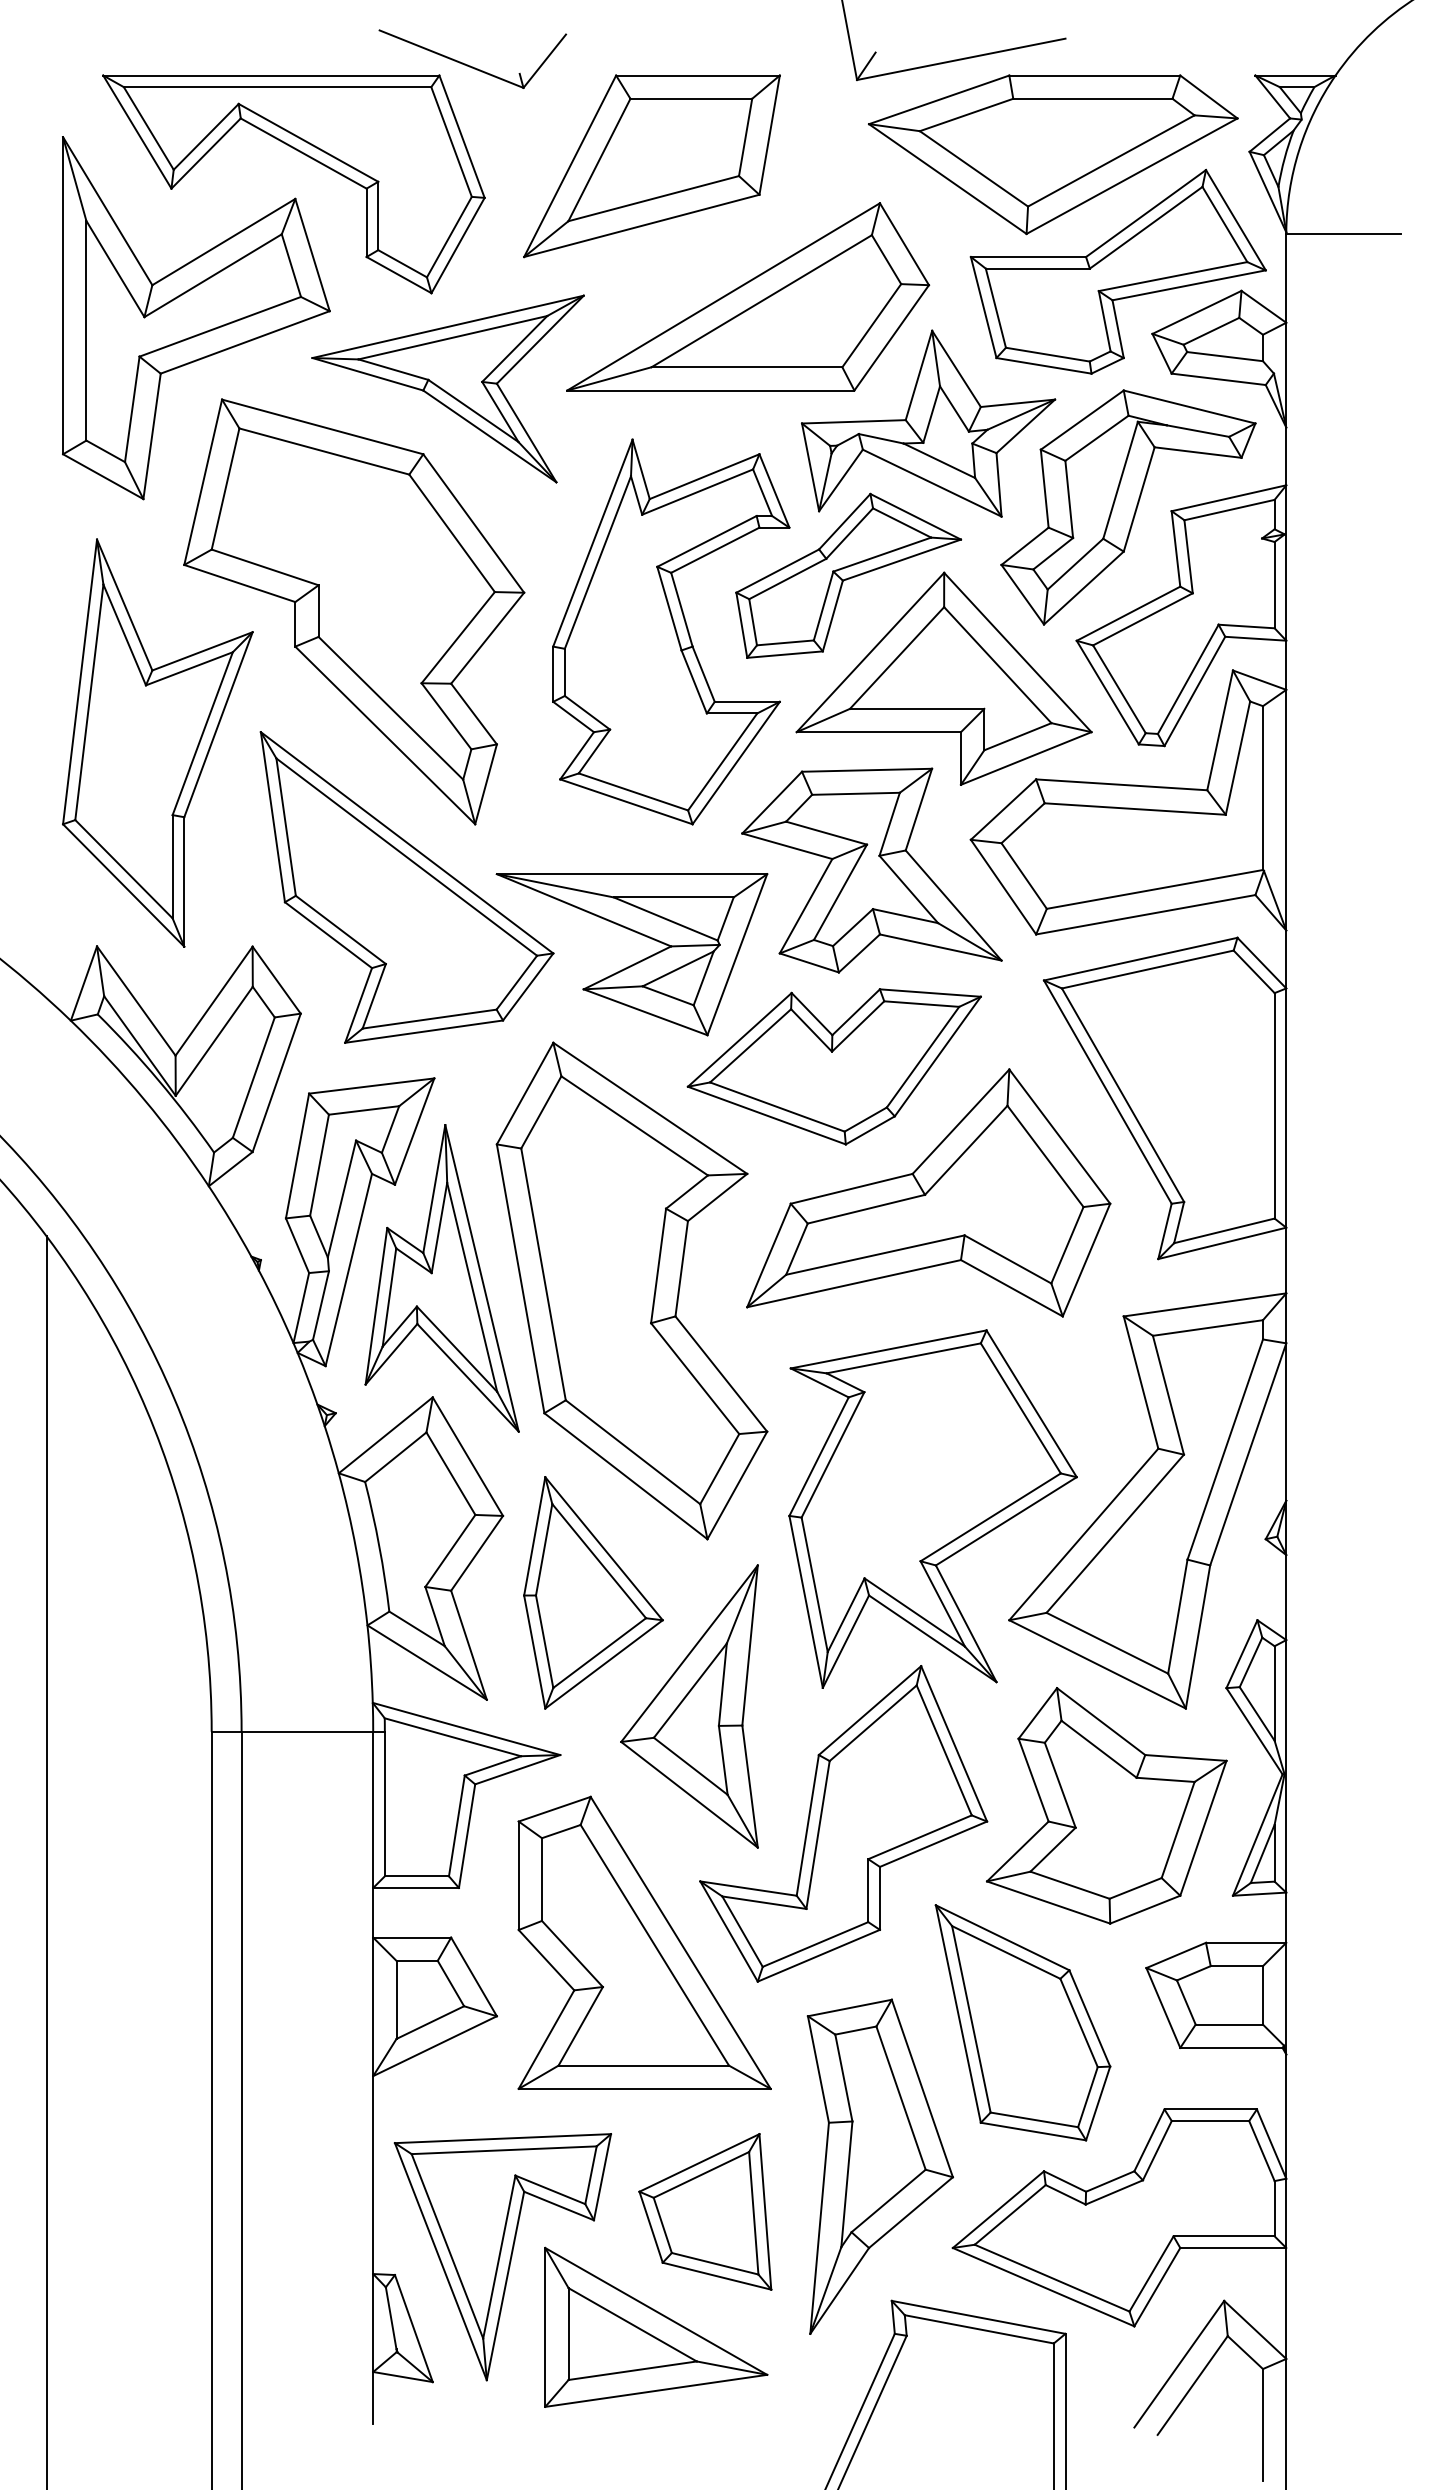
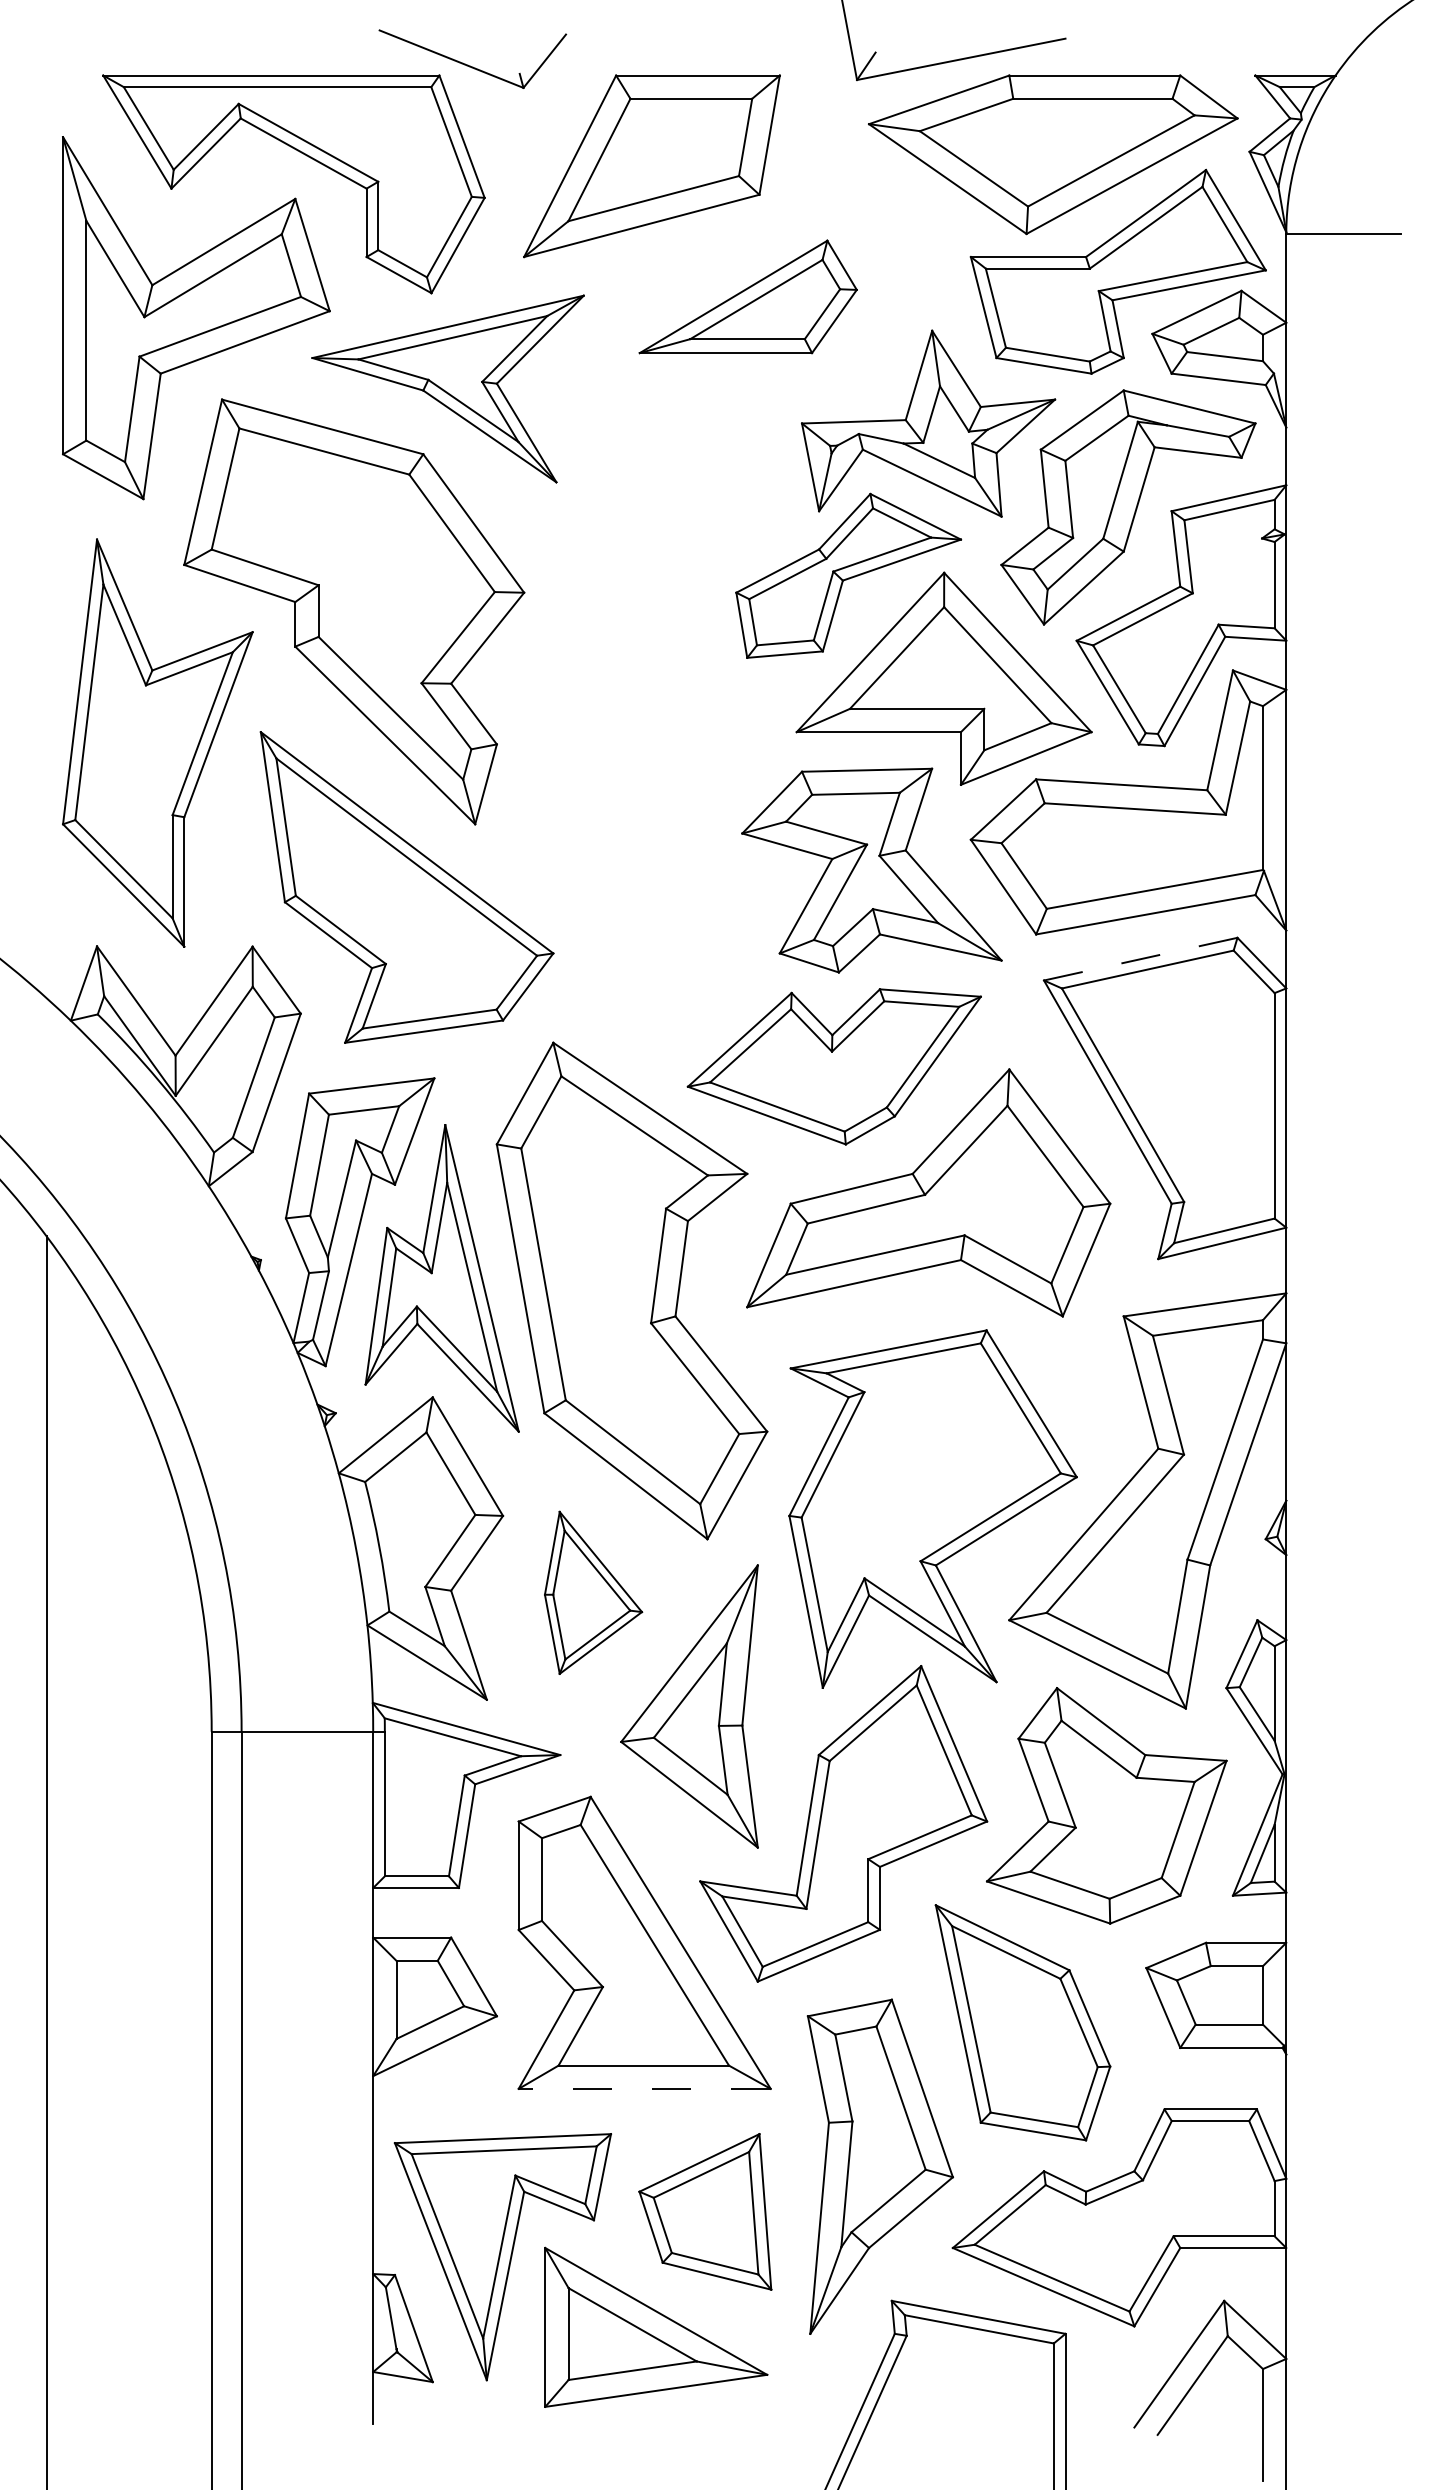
part at (748, 296) size: 365x190 px -> 220x116 px
part at (671, 631): present -> none
line at (1141, 959): solid -> dashed
part at (635, 962): present -> none
part at (593, 1592) size: 141x234 px -> 100x165 px
line at (644, 2088): solid -> dashed
